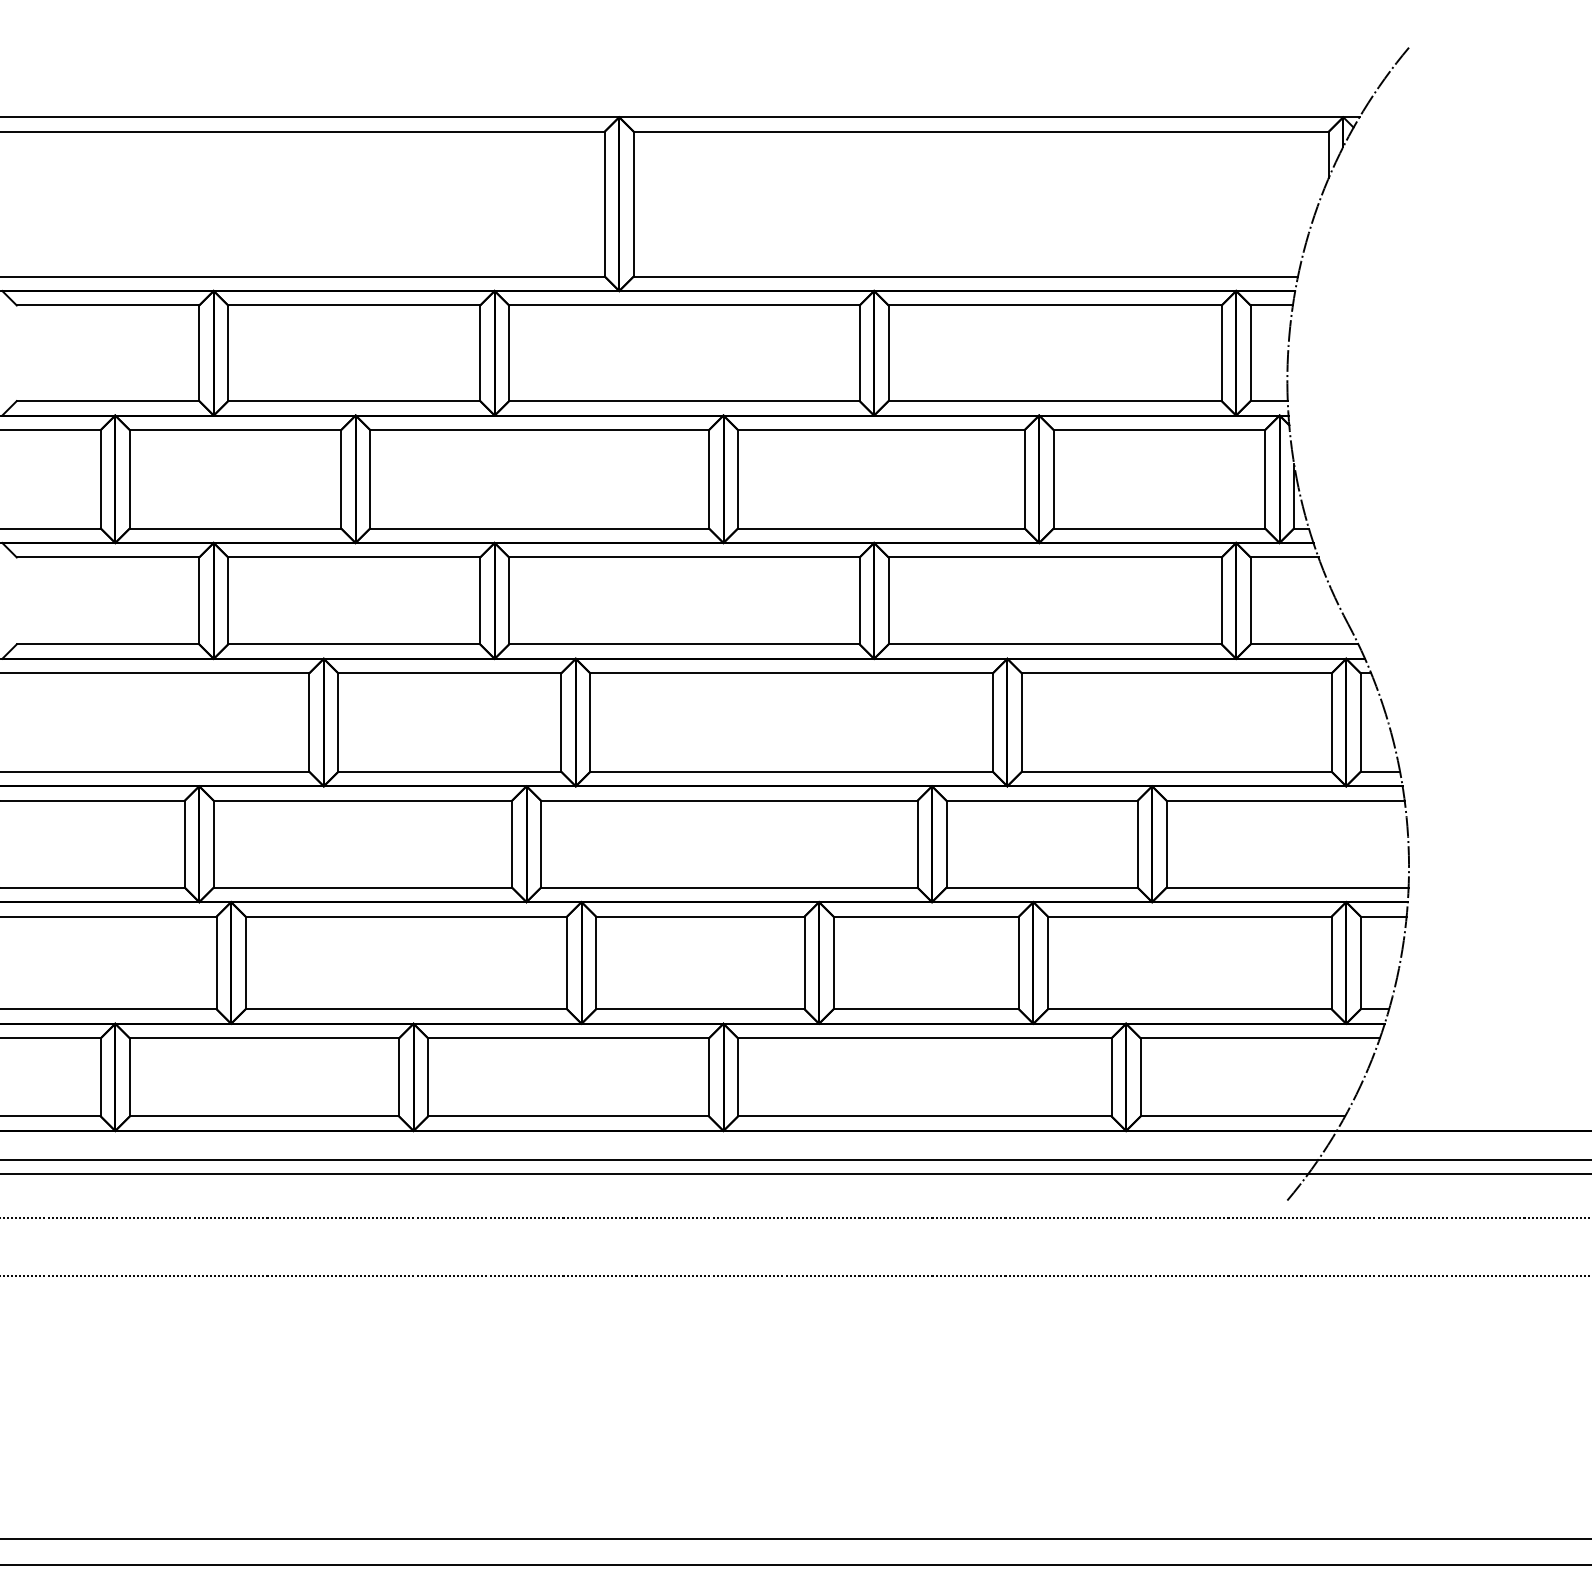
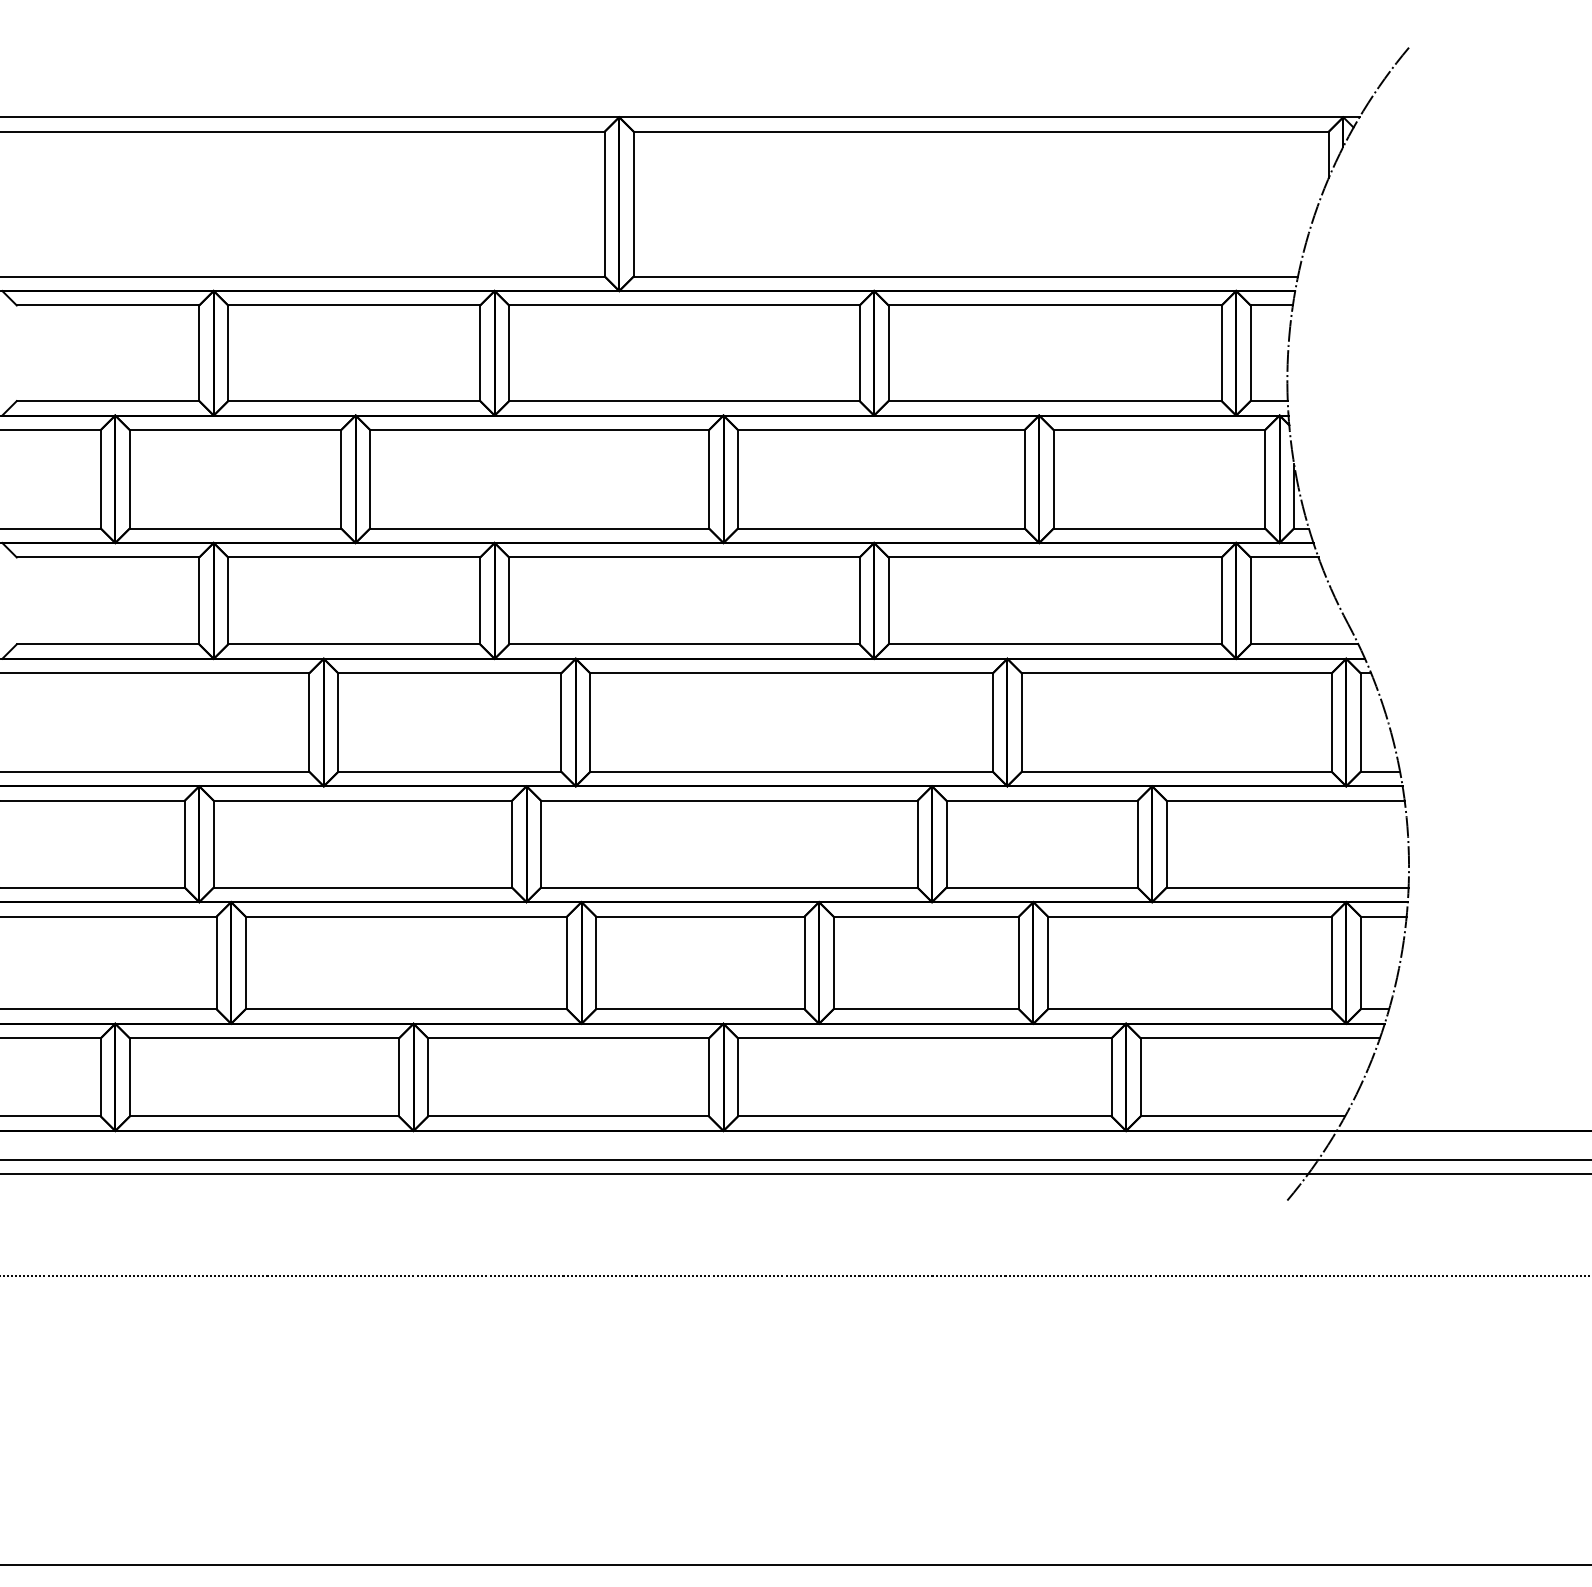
line at (795, 1217): present -> none
line at (795, 1539): present -> none
